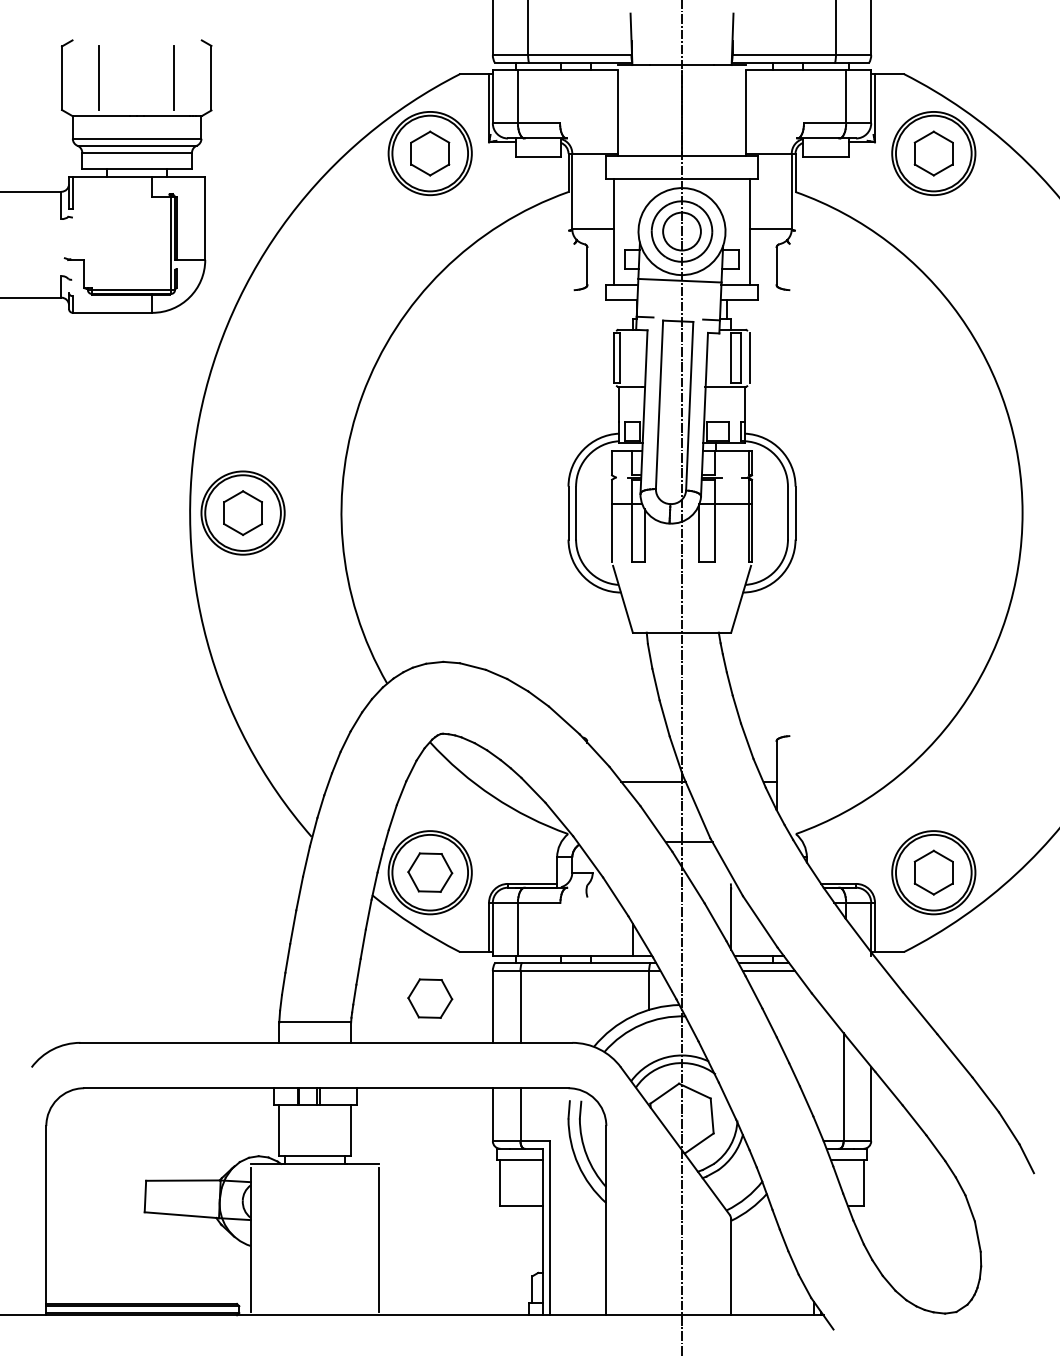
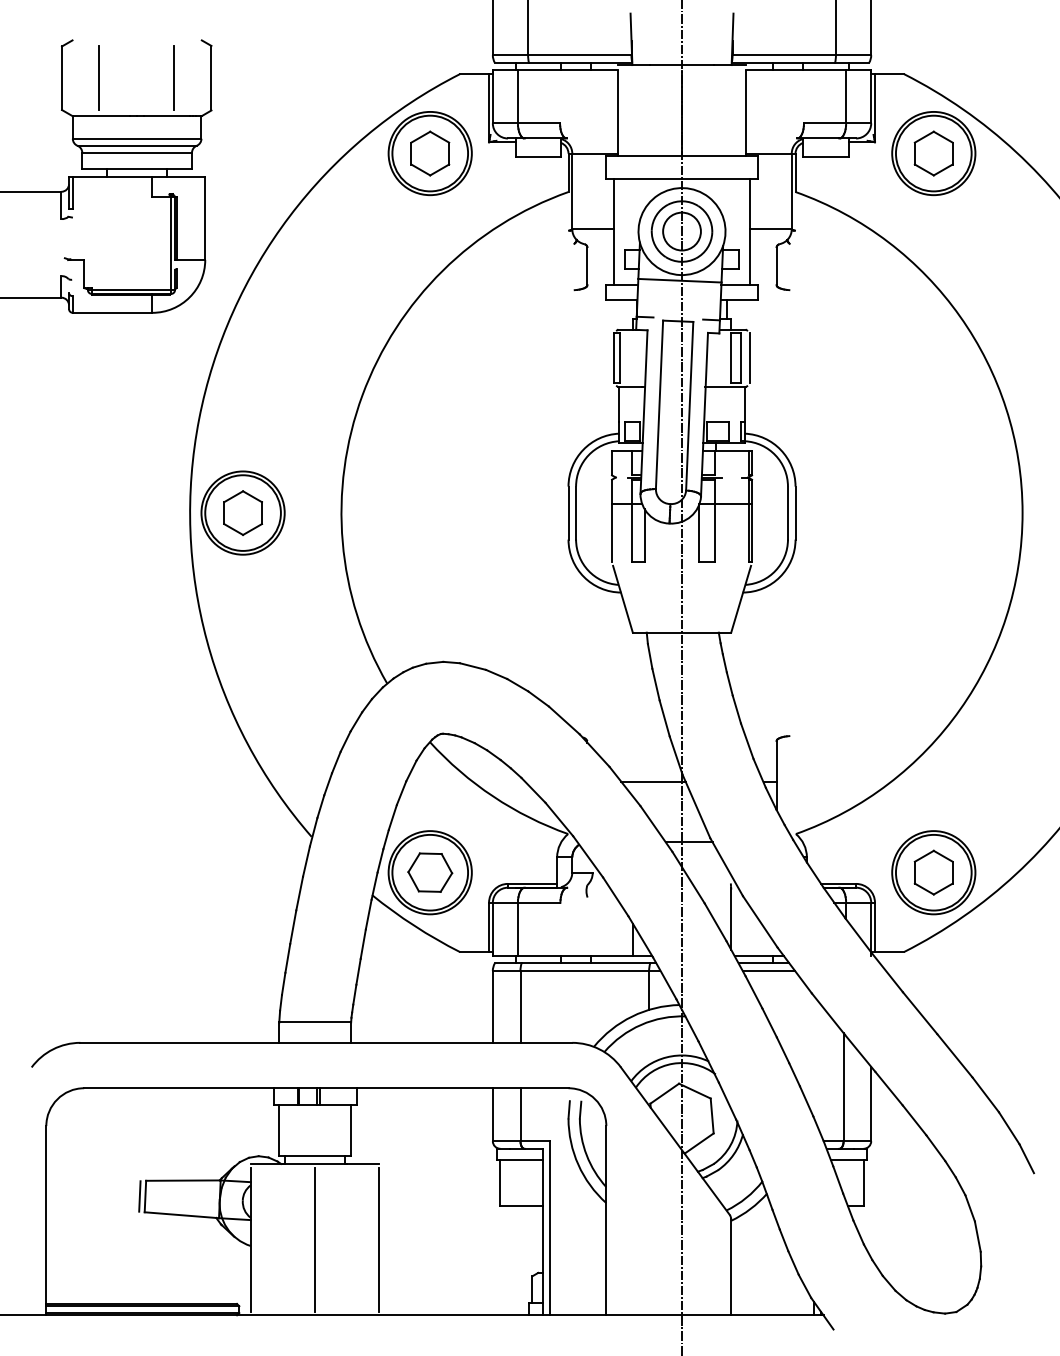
part at (430, 998): present -> none
line at (139, 1196): none -> present
line at (314, 1239): none -> present
